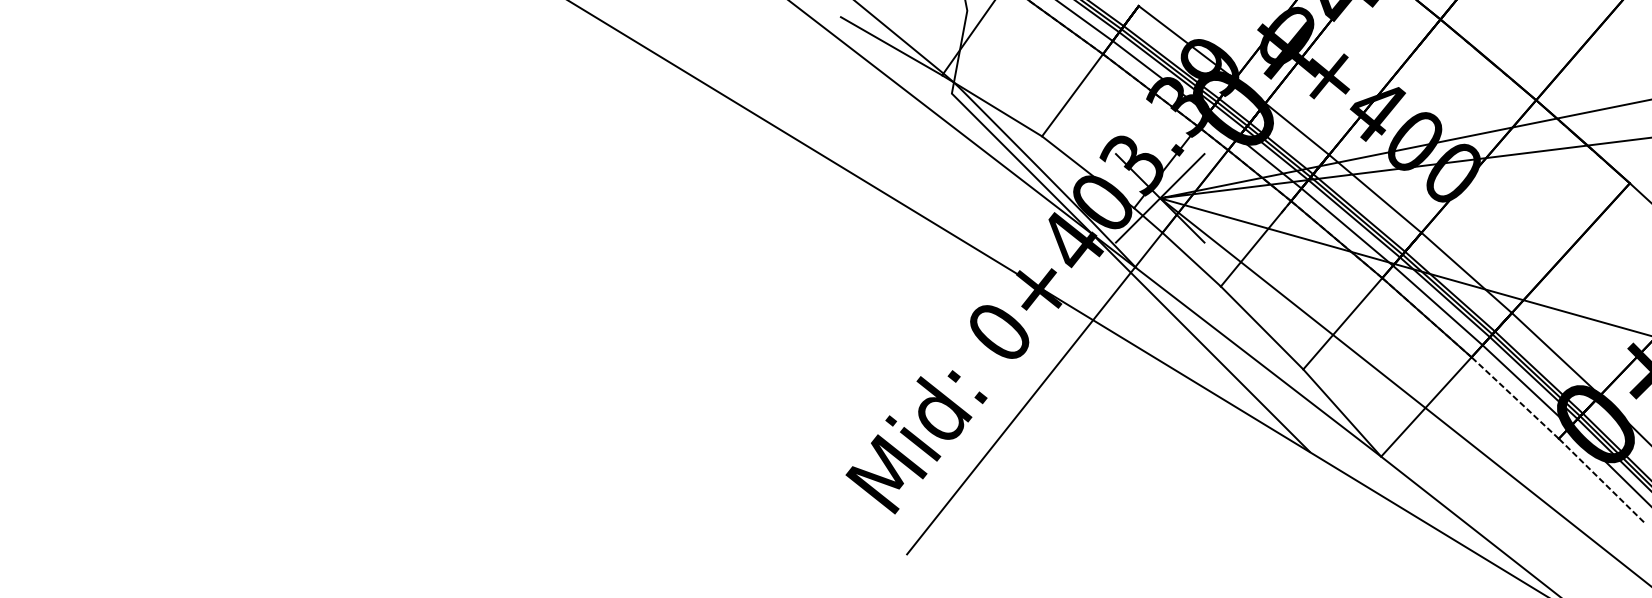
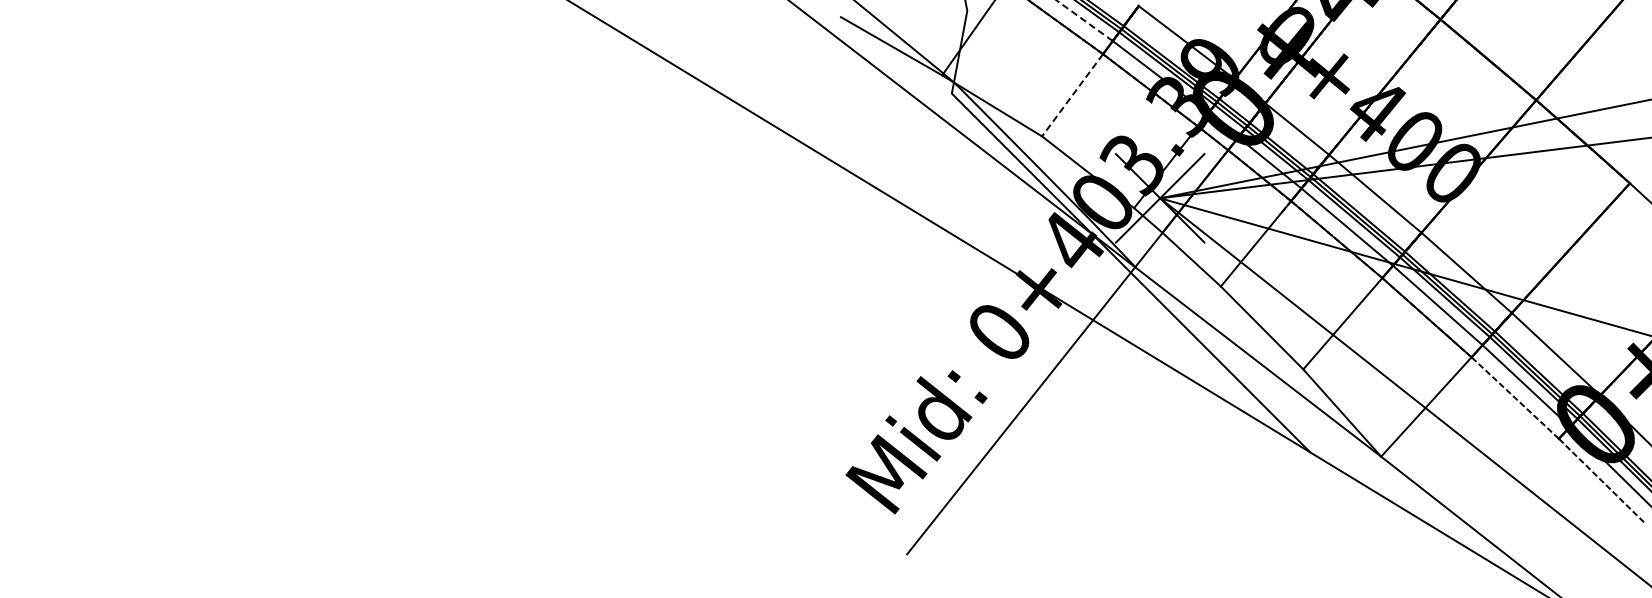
line at (1084, 20): solid -> dashed
line at (1072, 95): solid -> dashed
